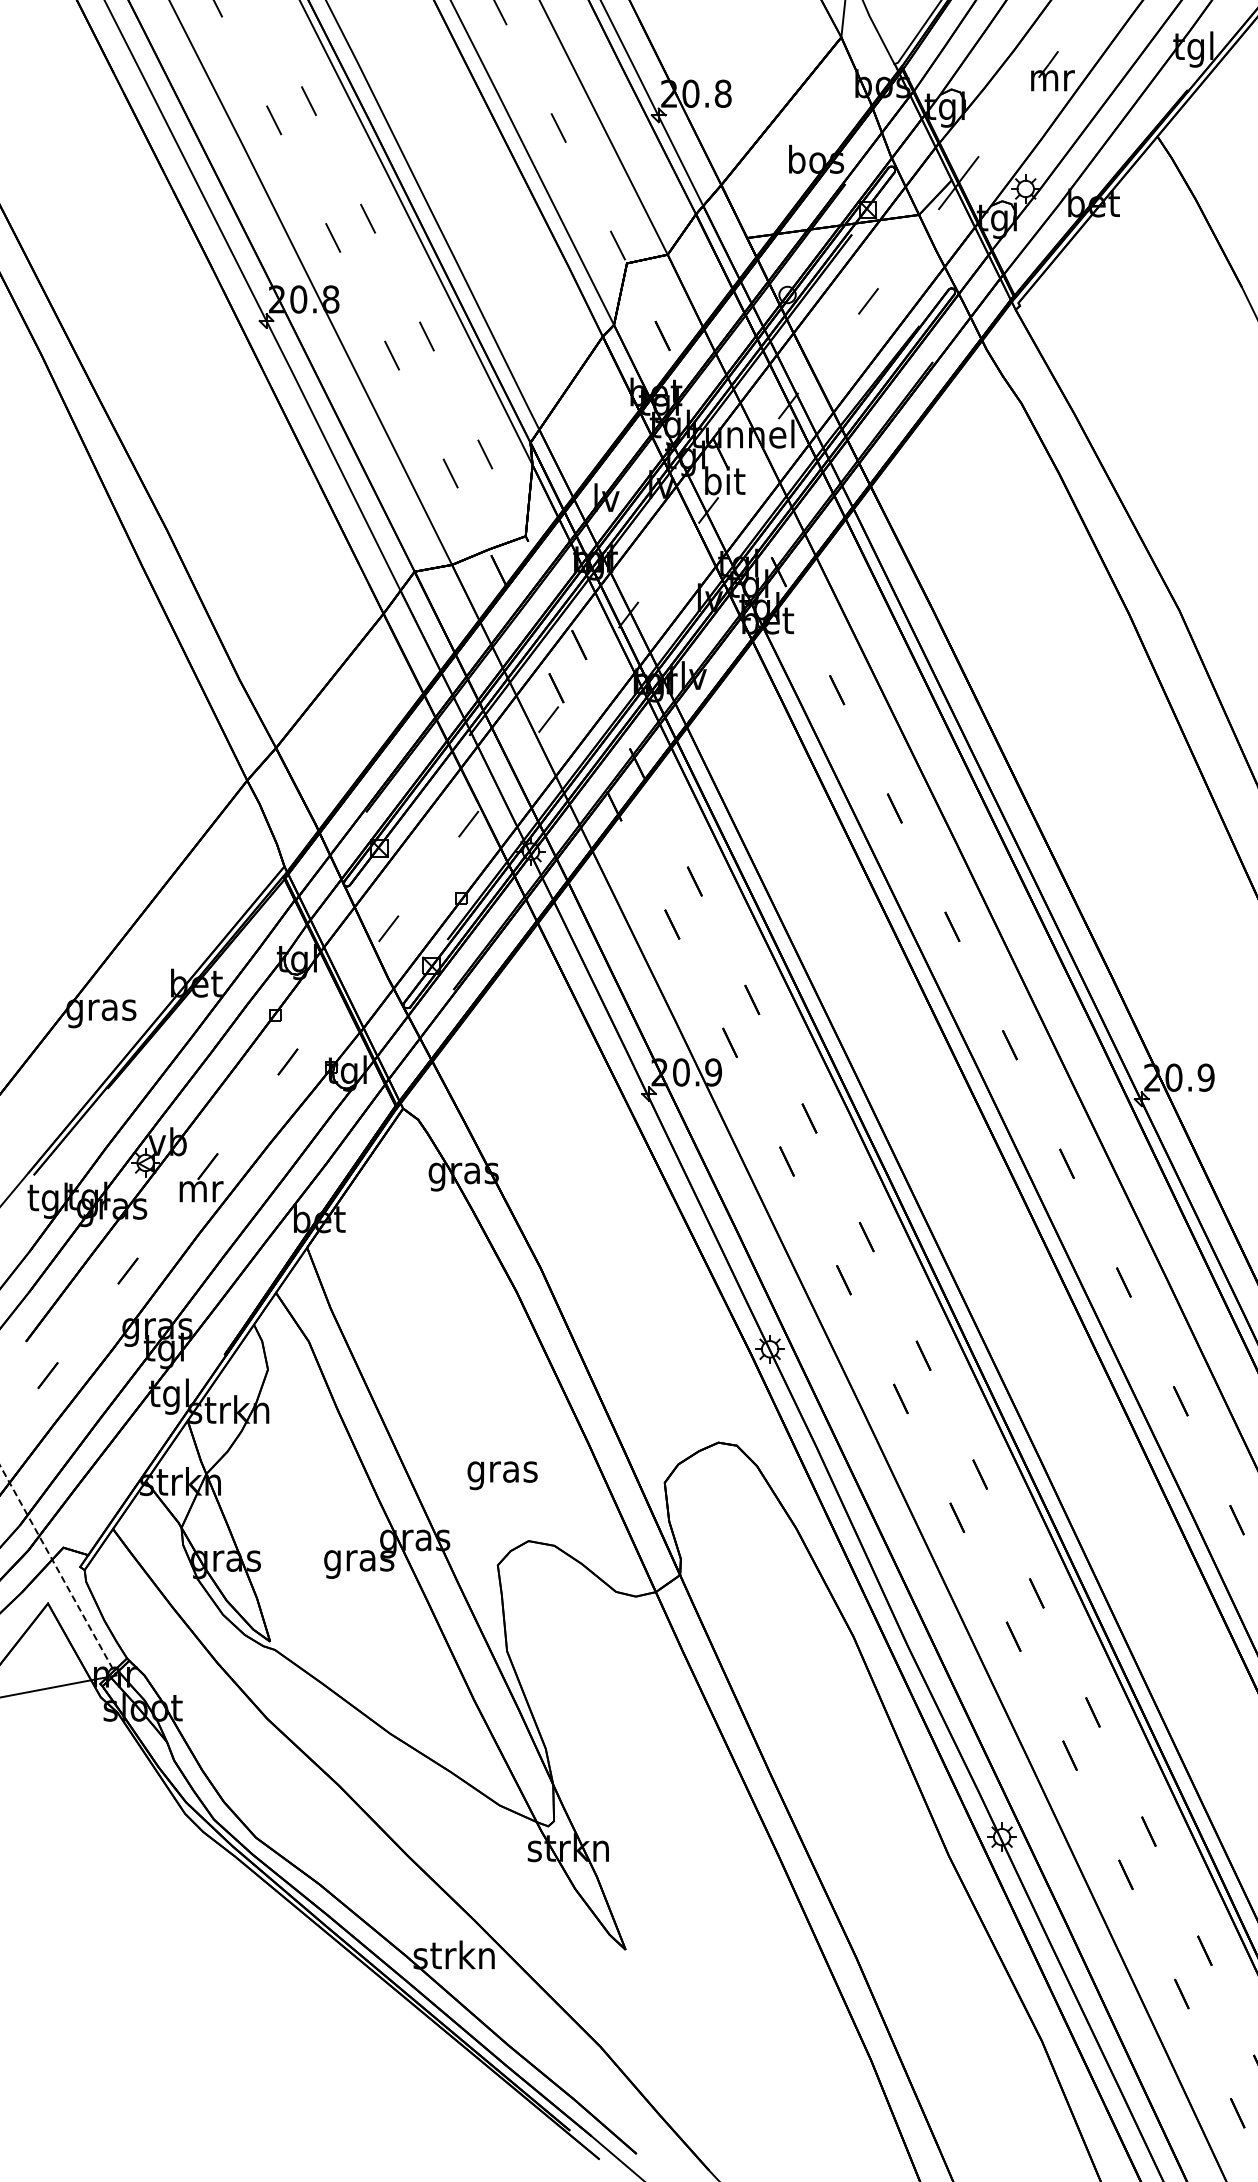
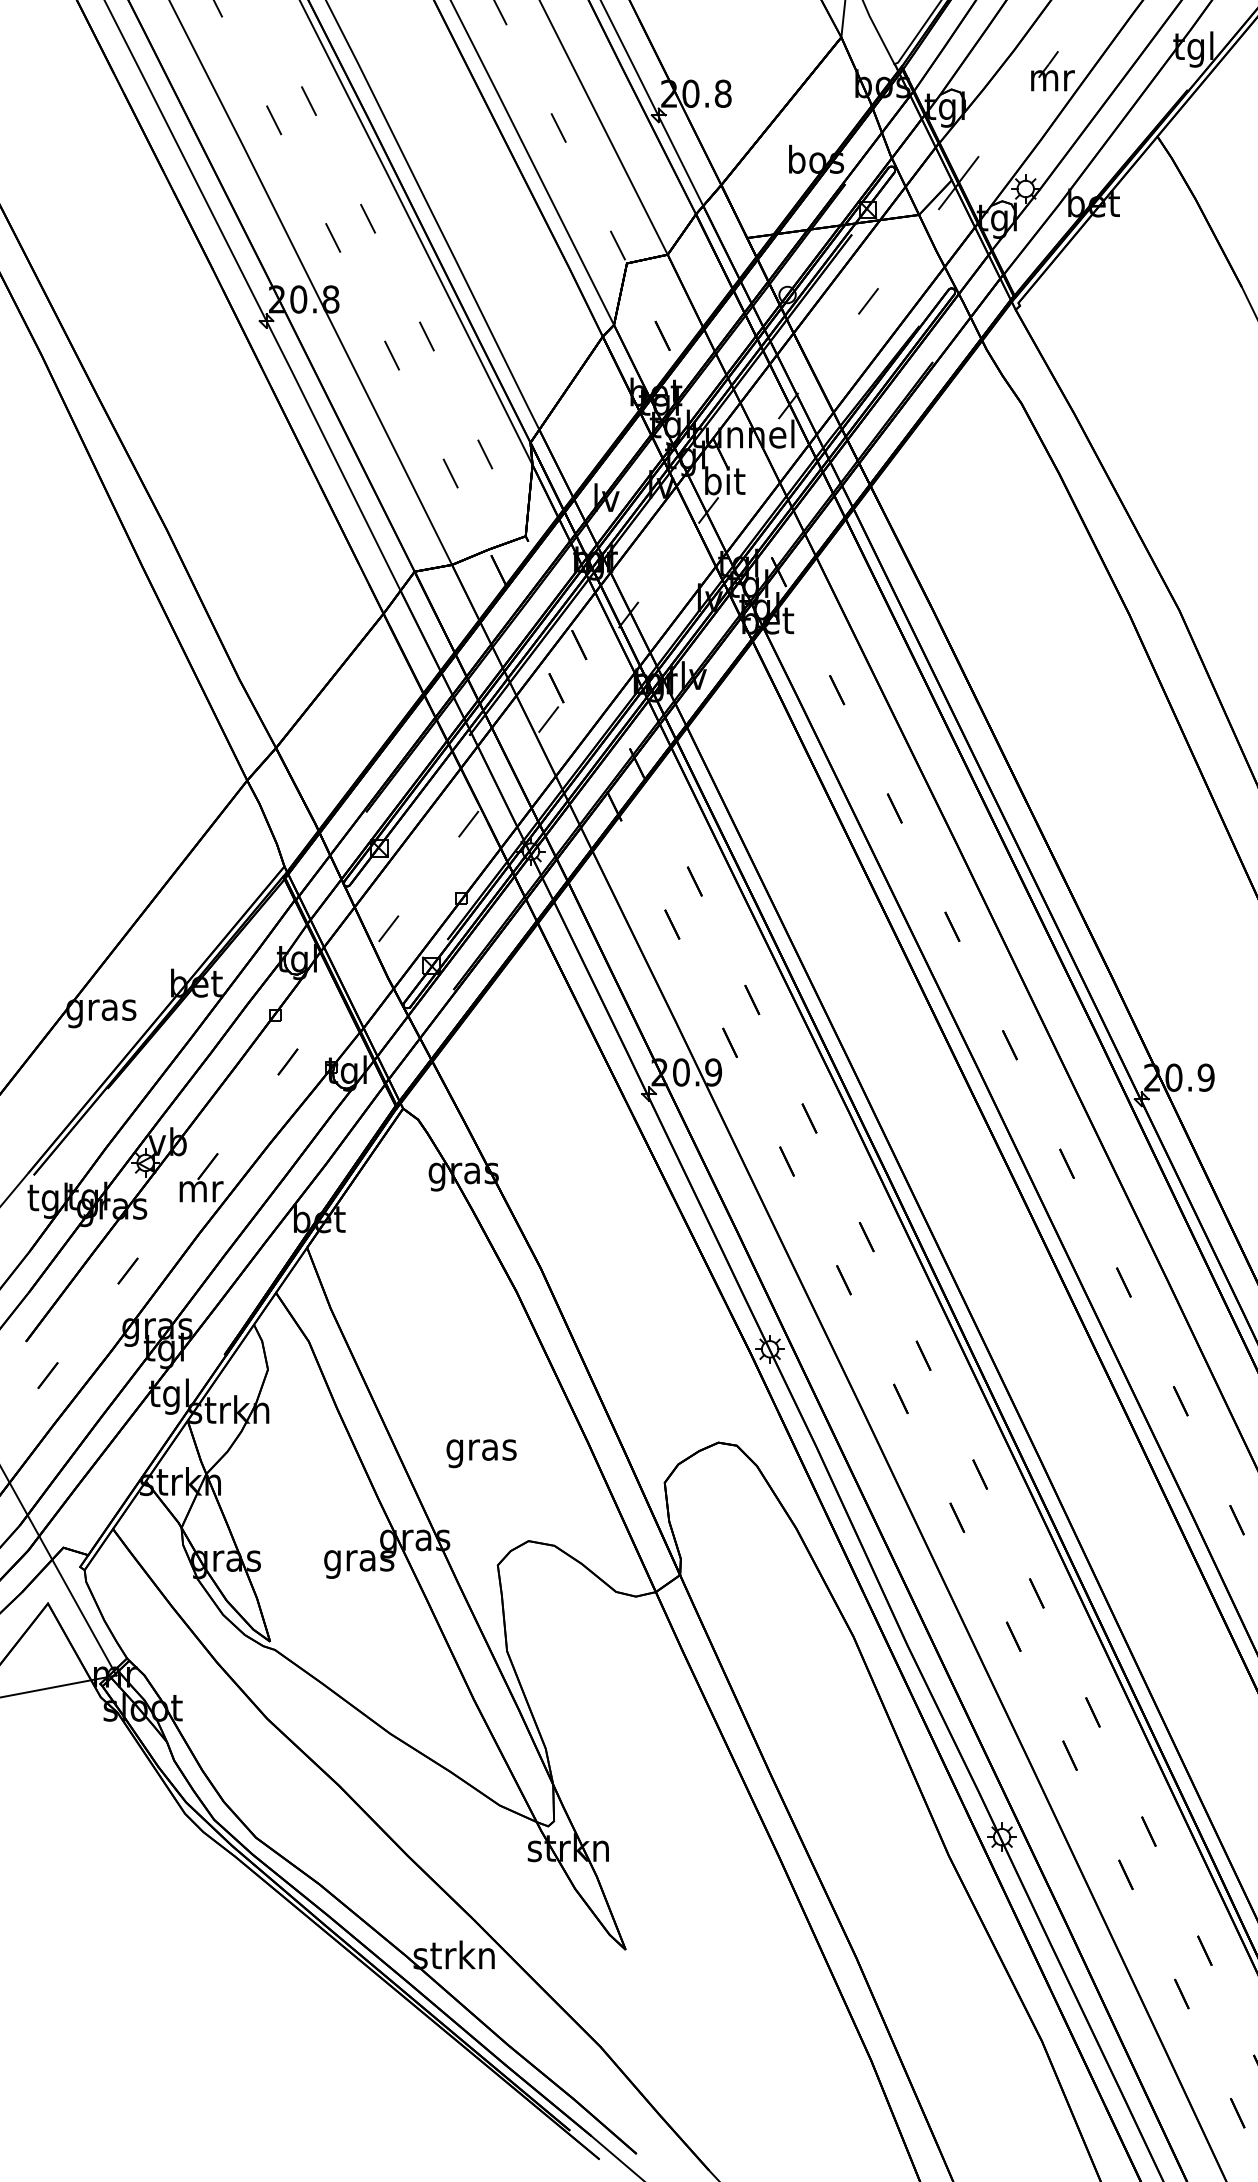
text at (502, 1475) position: (502, 1475) -> (481, 1453)
line at (58, 1570): dashed -> solid
